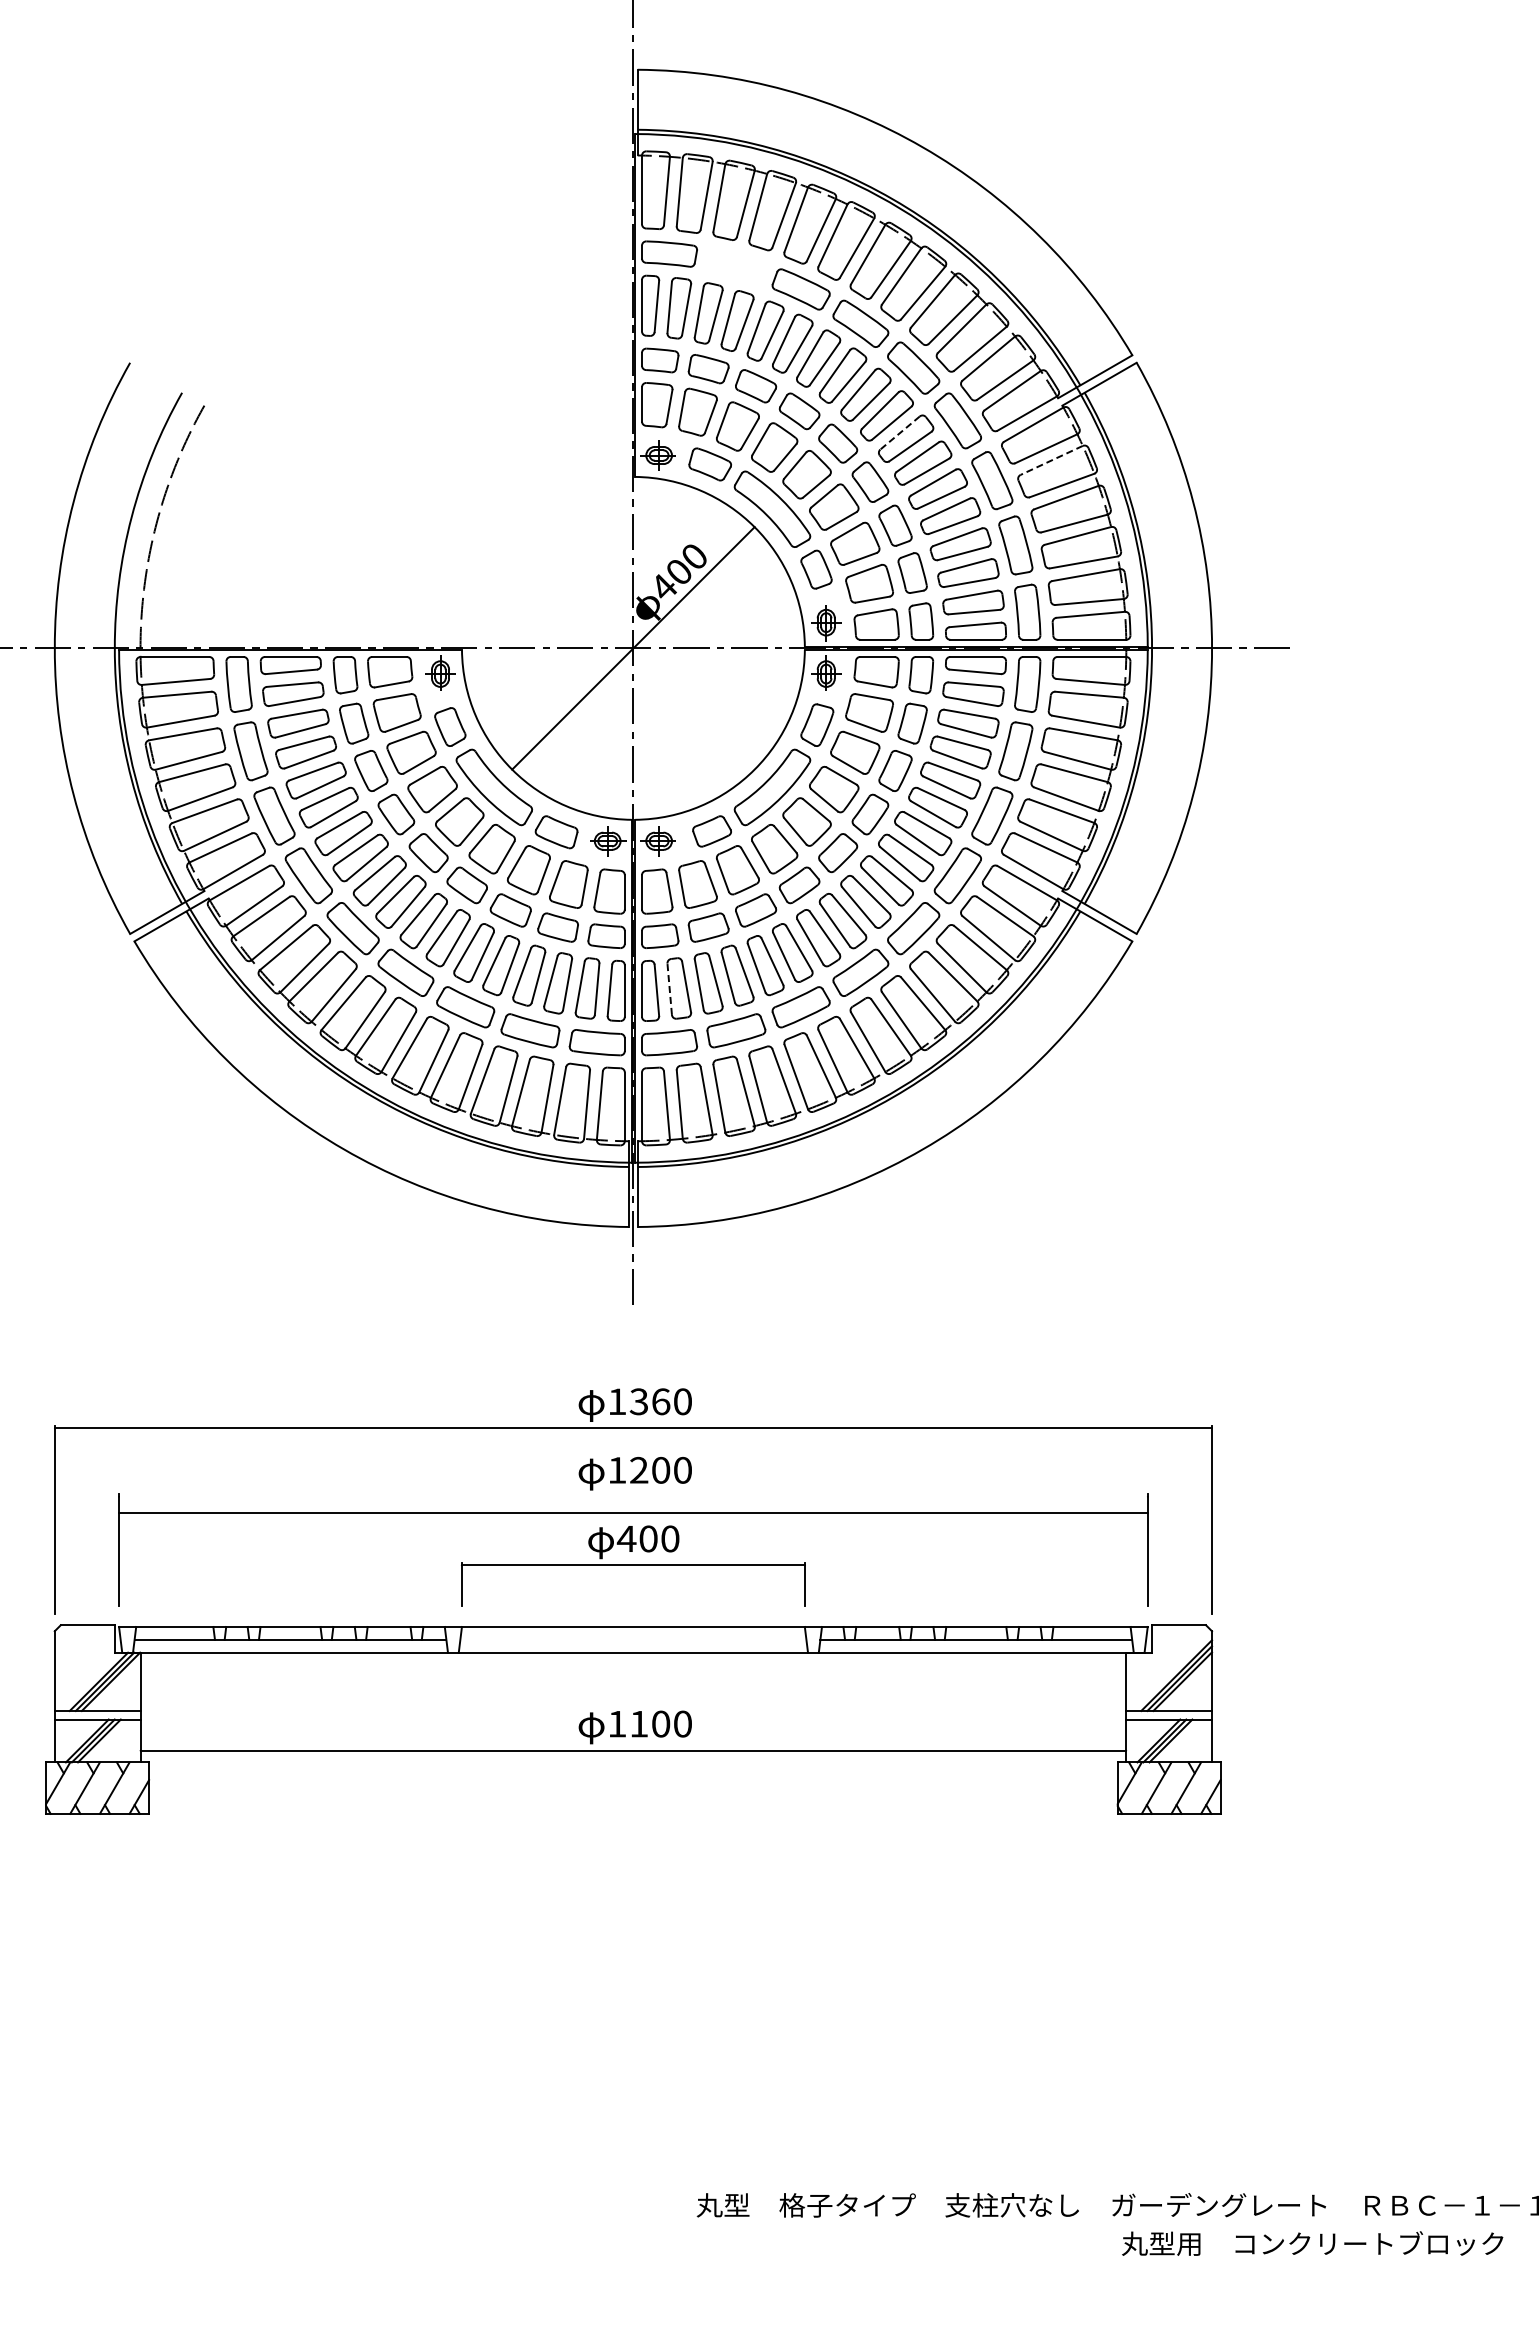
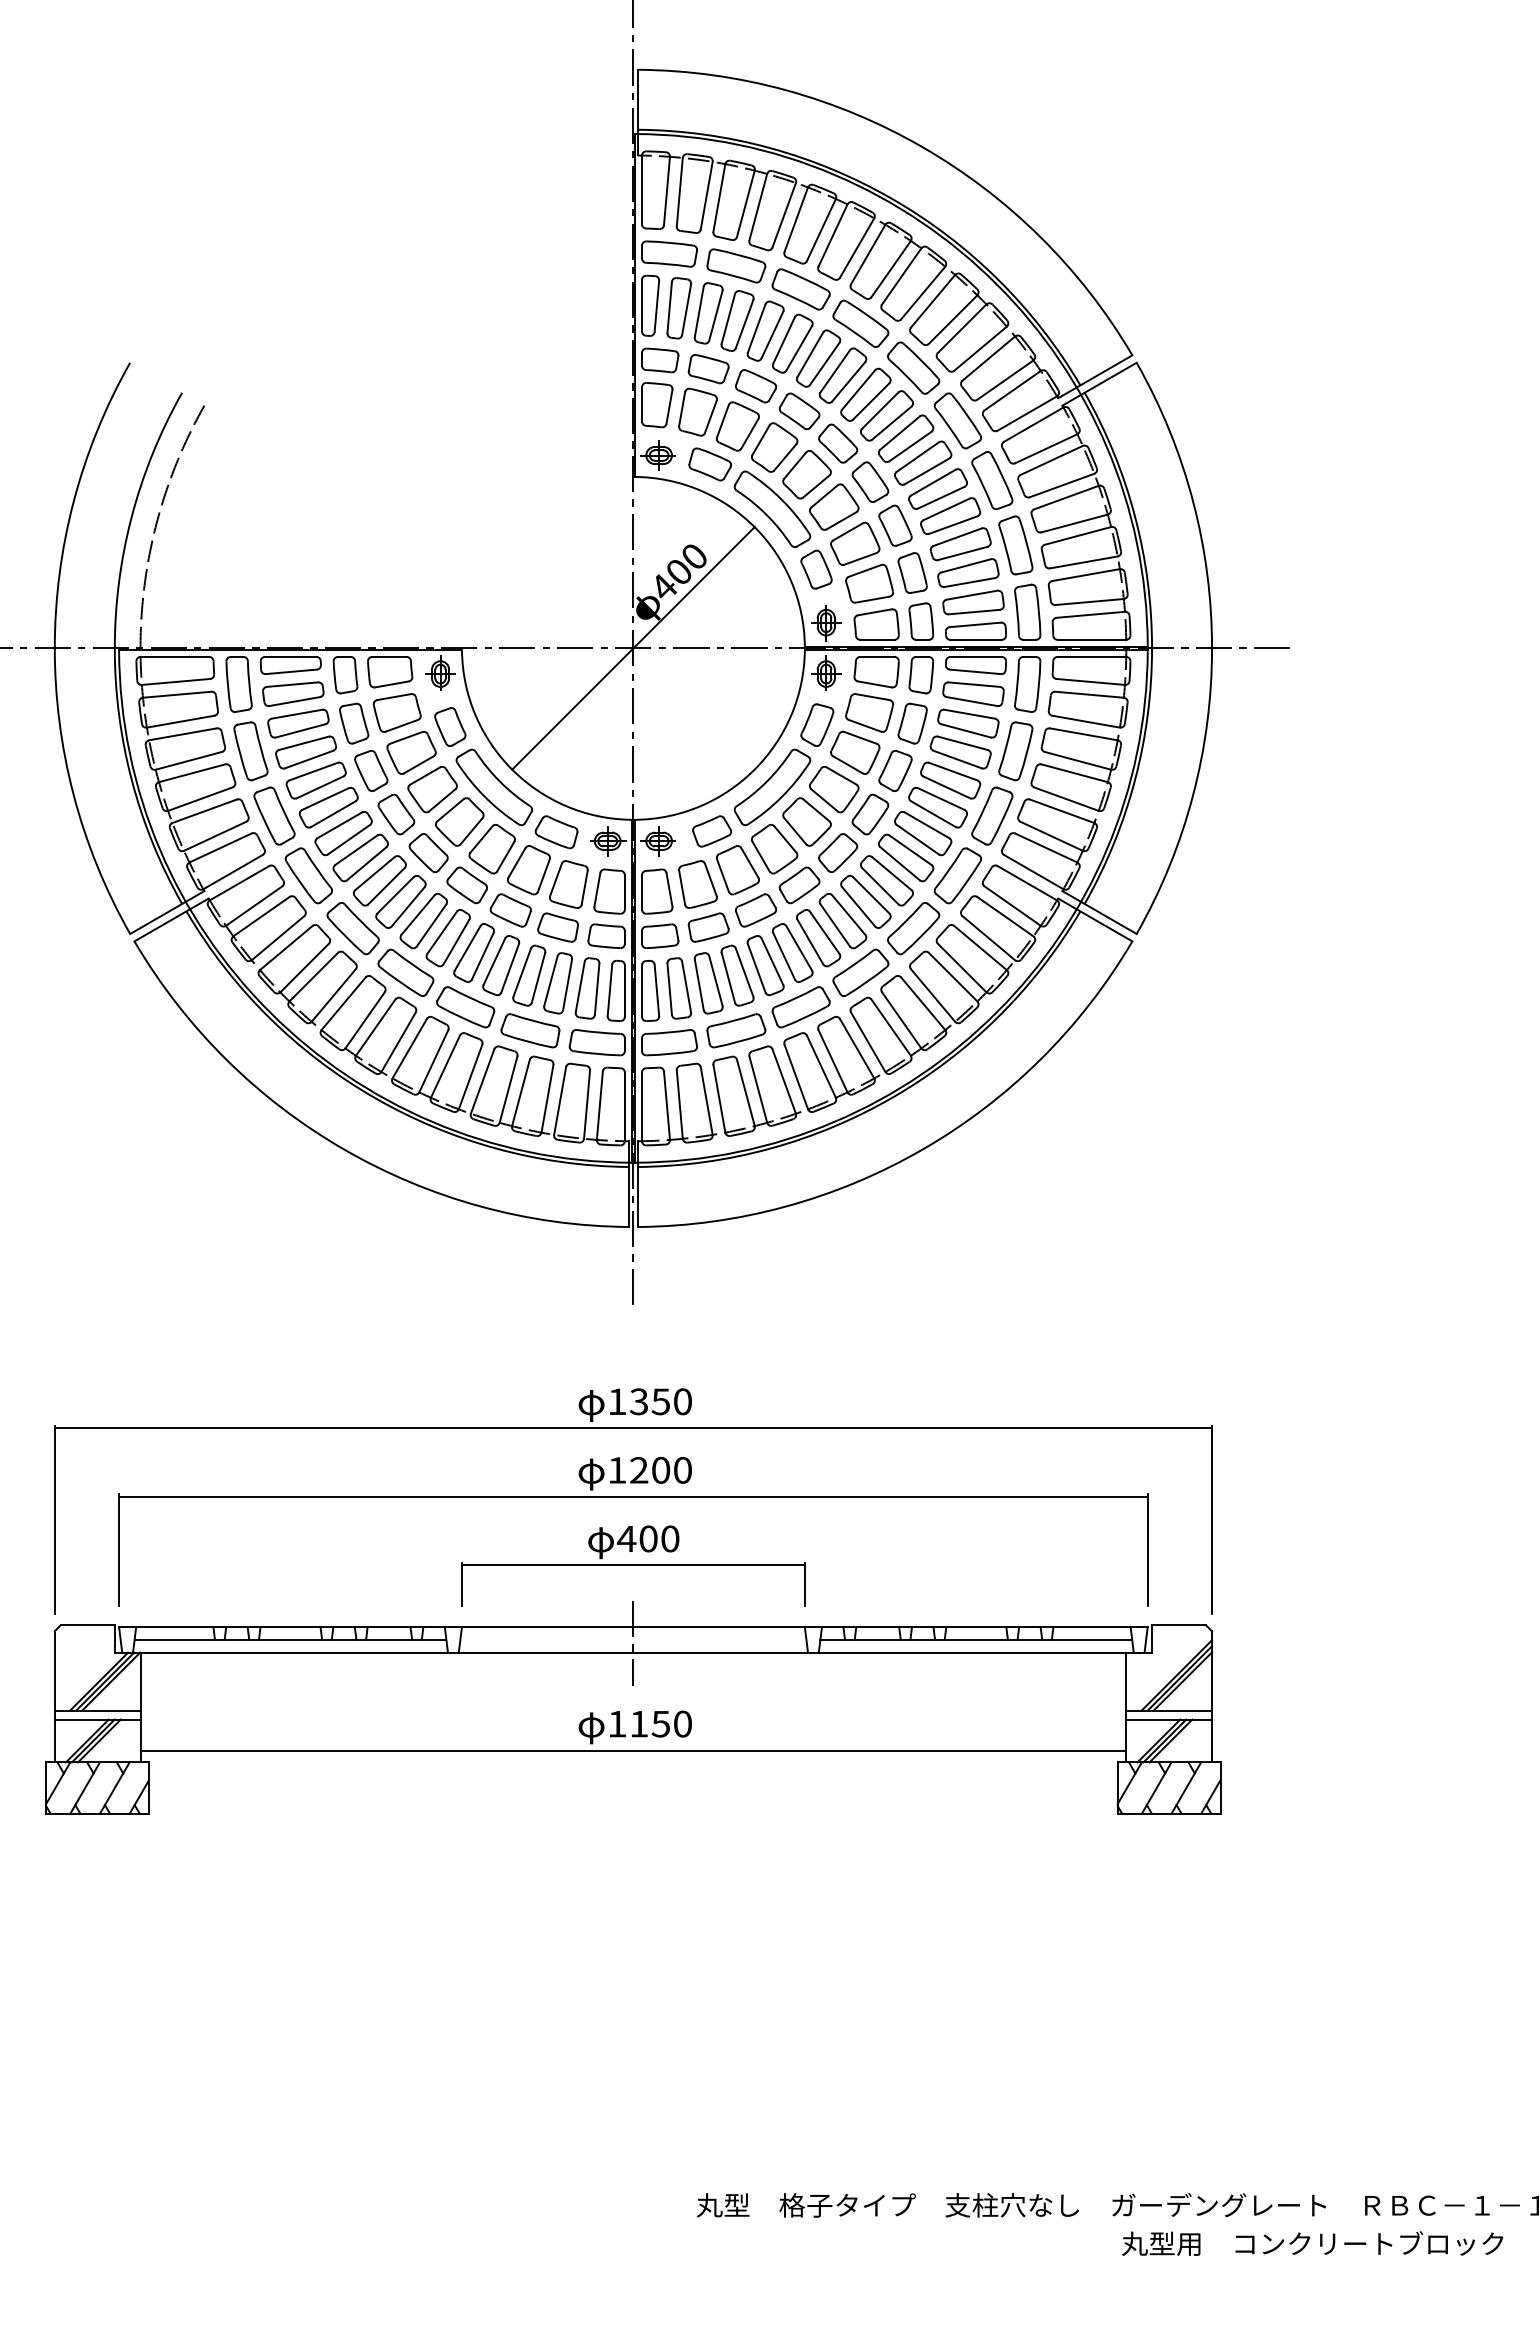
part at (736, 265): none -> present
line at (900, 433): dashed -> solid
line at (1051, 460): dashed -> solid
line at (669, 989): dashed -> solid
text at (660, 1401): 1360 -> 1350
line at (633, 1512) position: (633, 1512) -> (633, 1496)
line at (633, 1643): none -> present
text at (660, 1723): 1100 -> 1150
